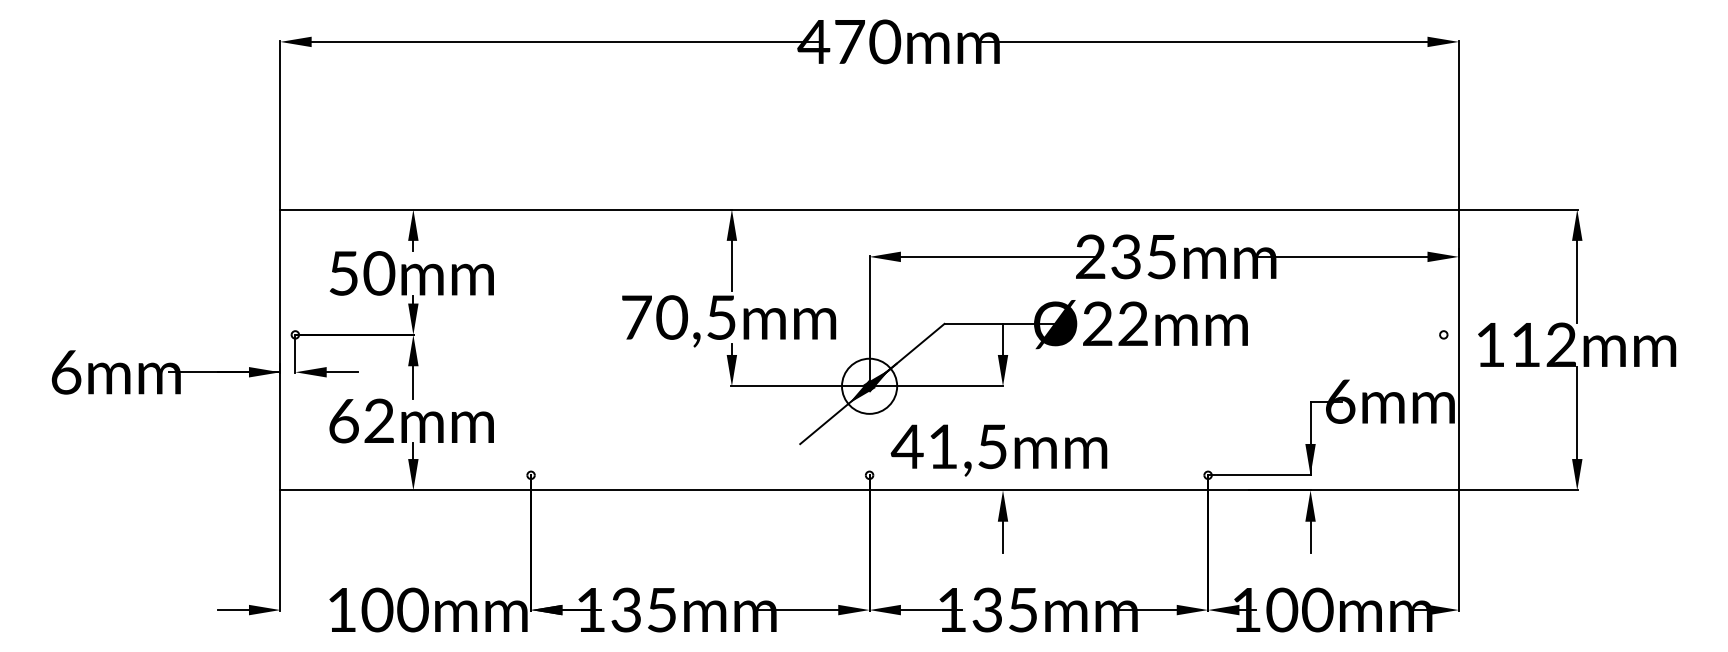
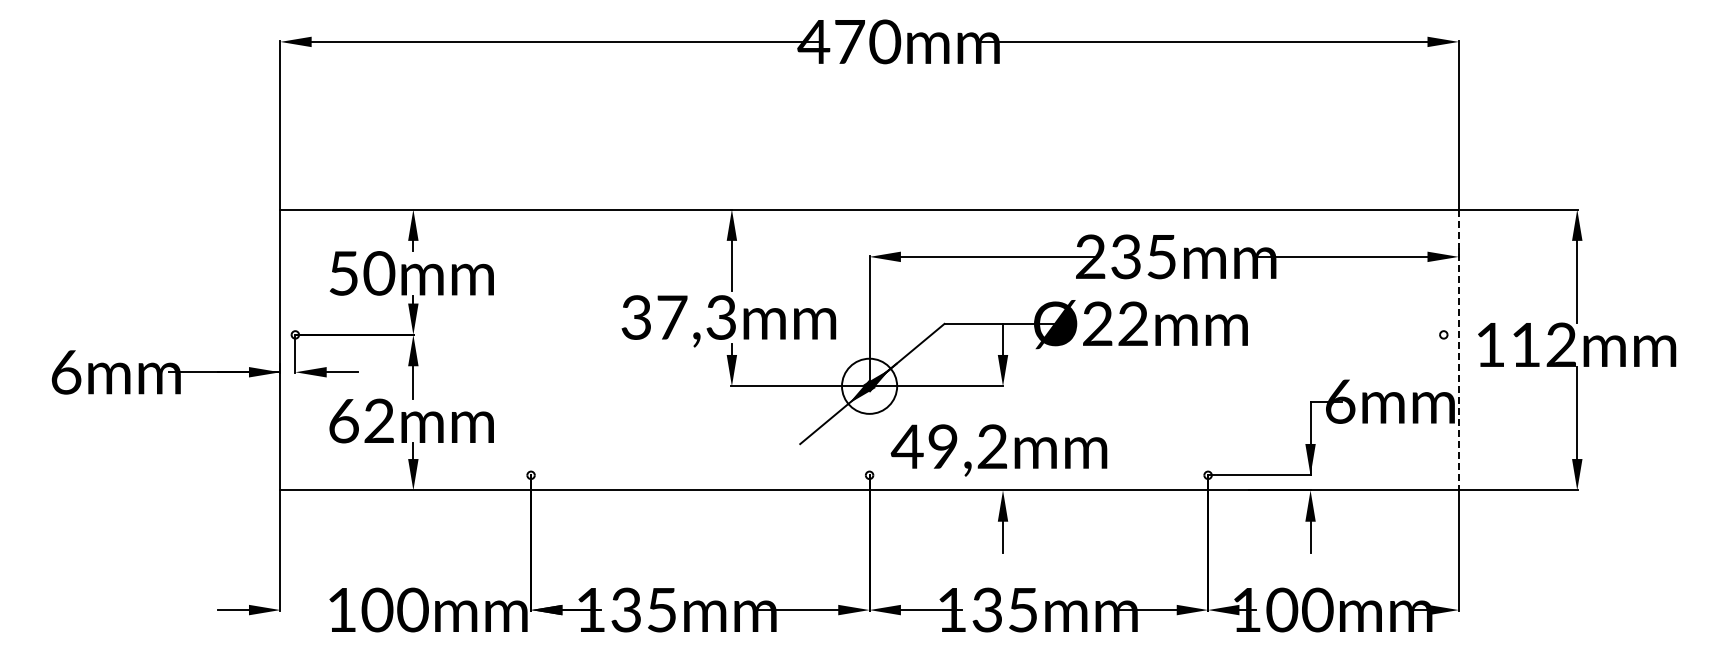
text at (678, 317): 70,5mm -> 37,3mm
line at (1458, 350): solid -> dashed
text at (967, 446): 41,5mm -> 49,2mm
